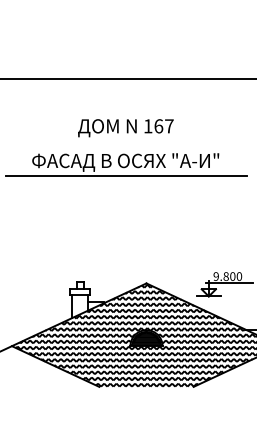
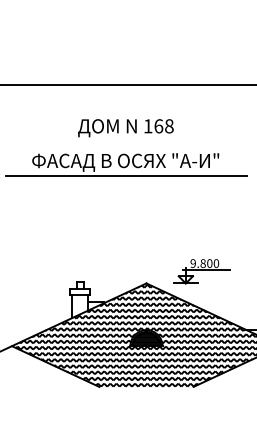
line at (127, 78) position: (127, 78) -> (127, 84)
text at (169, 126): 167 -> 168
part at (224, 284) position: (224, 284) -> (201, 271)
